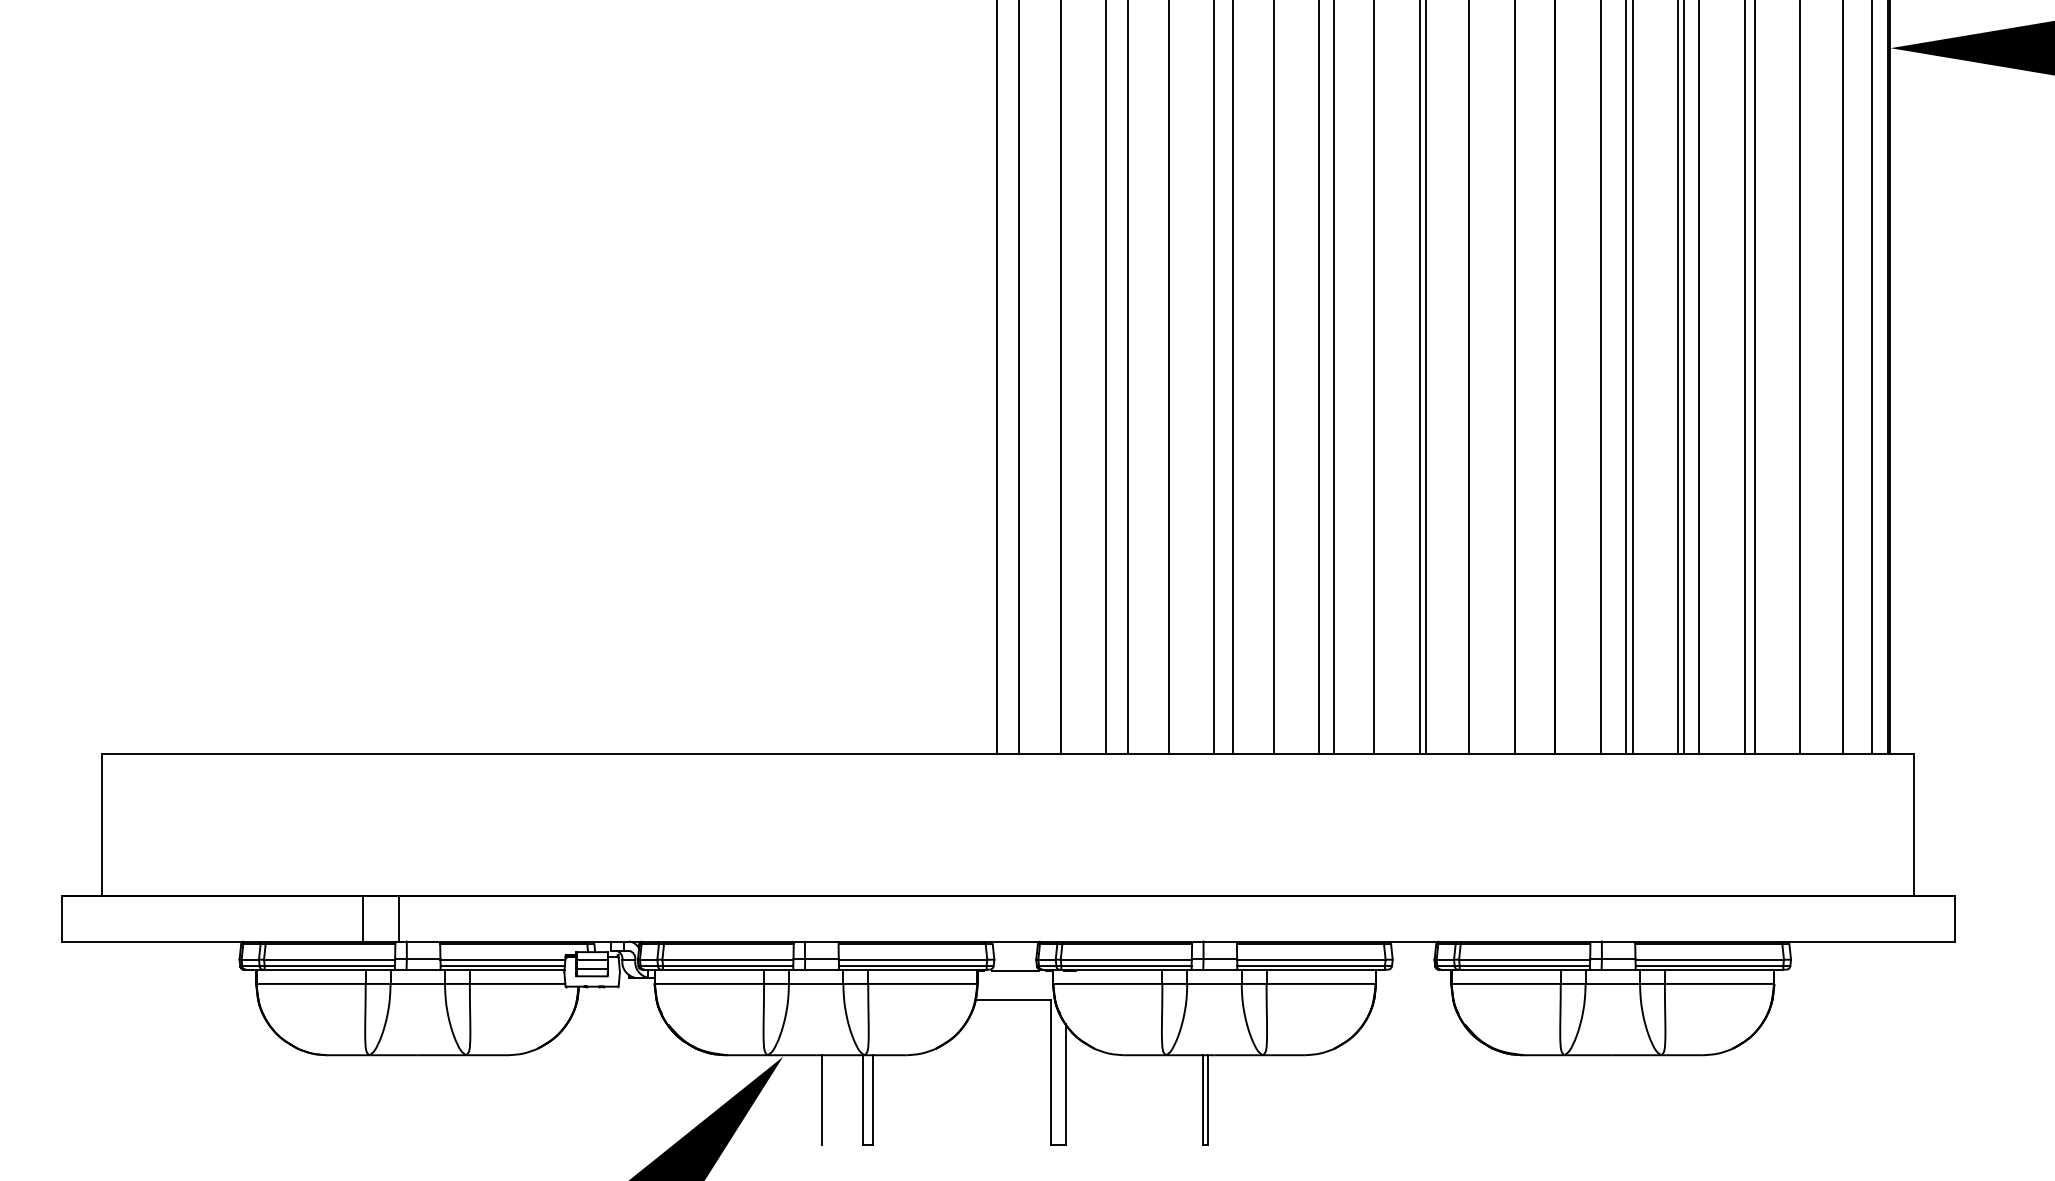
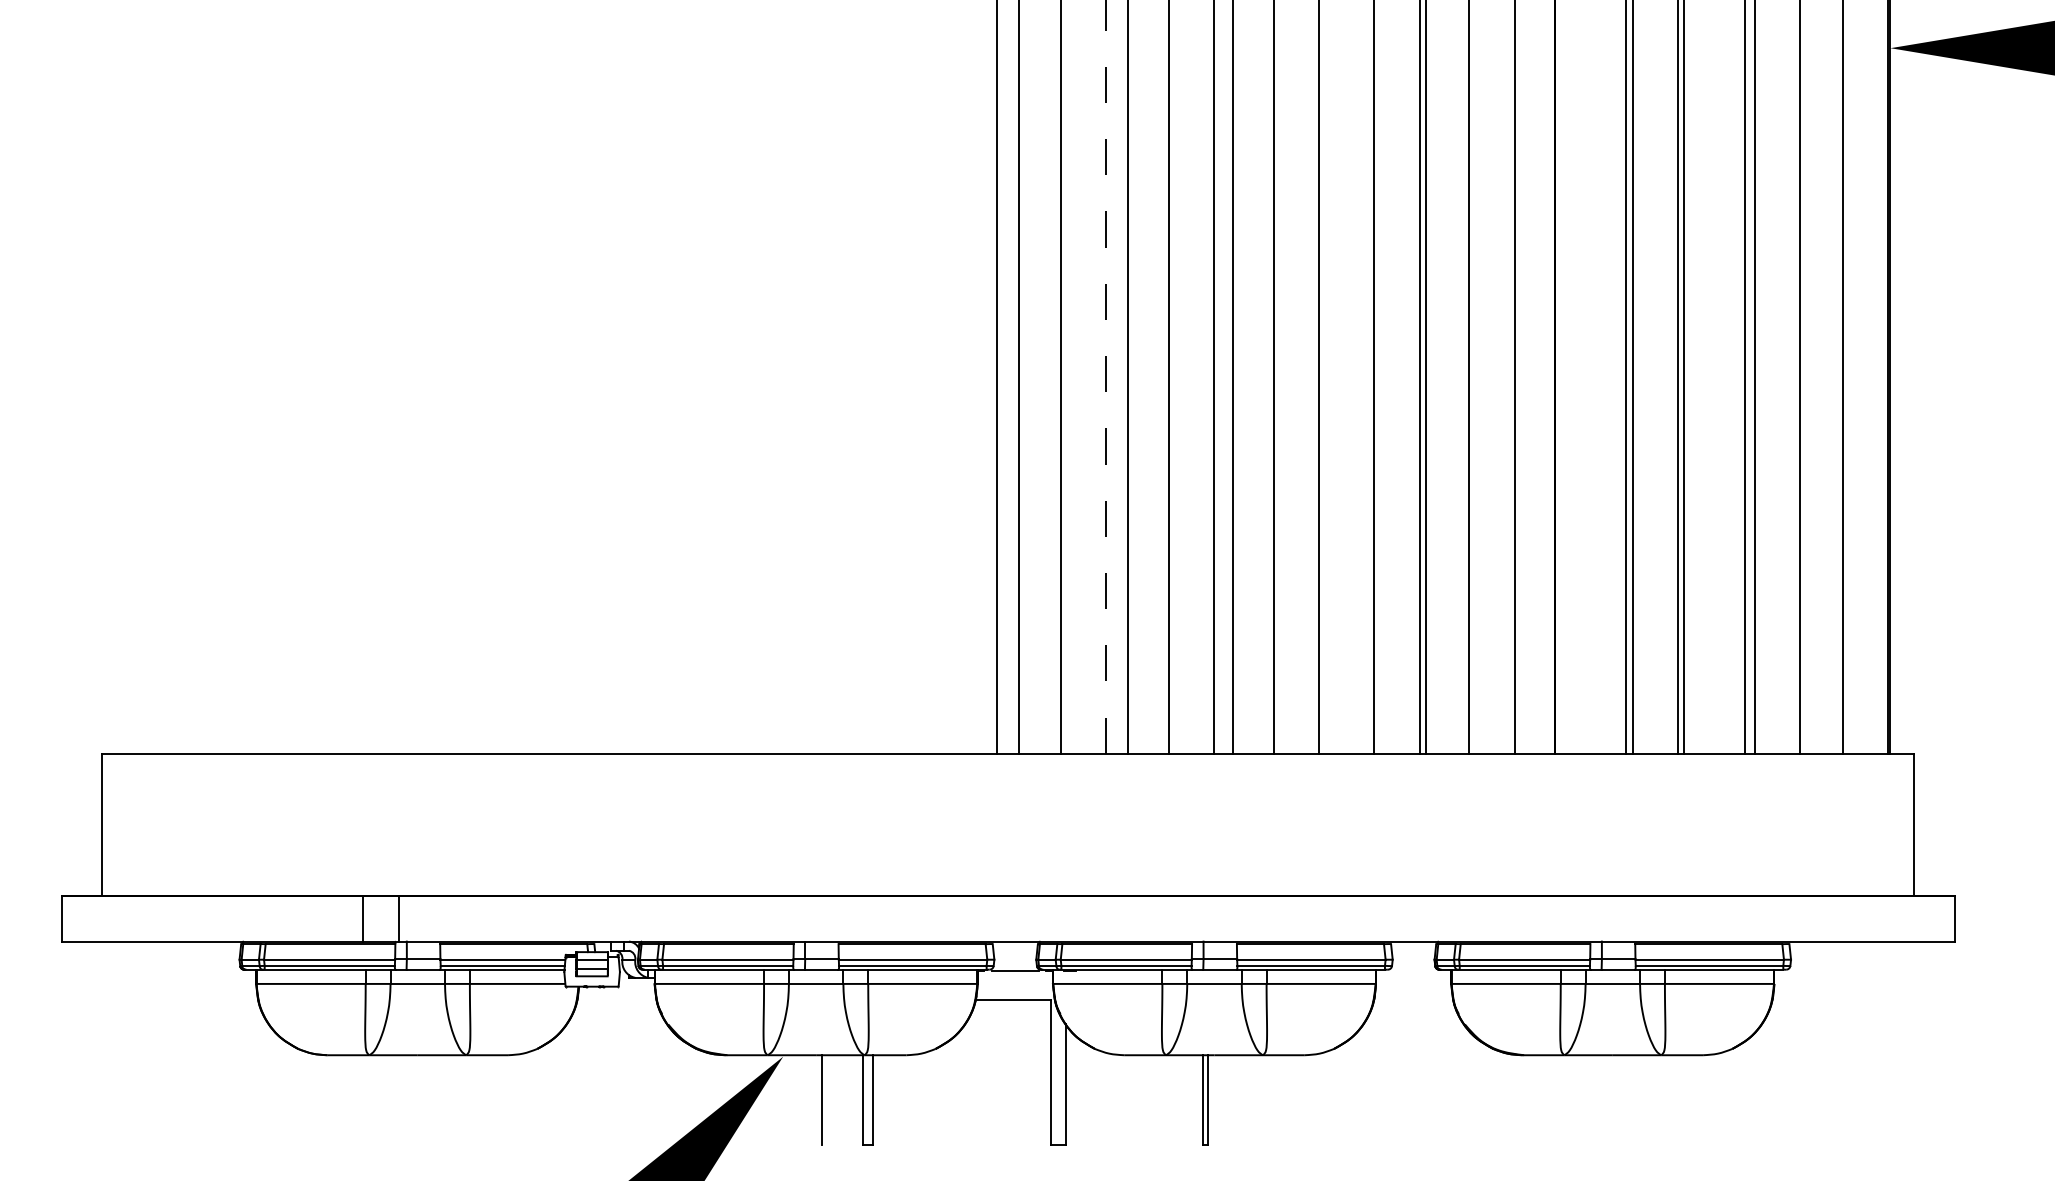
line at (1106, 377): solid -> dashed
line at (1333, 377): present -> none
line at (1601, 377): present -> none
line at (1699, 377): present -> none
line at (1872, 377): present -> none
